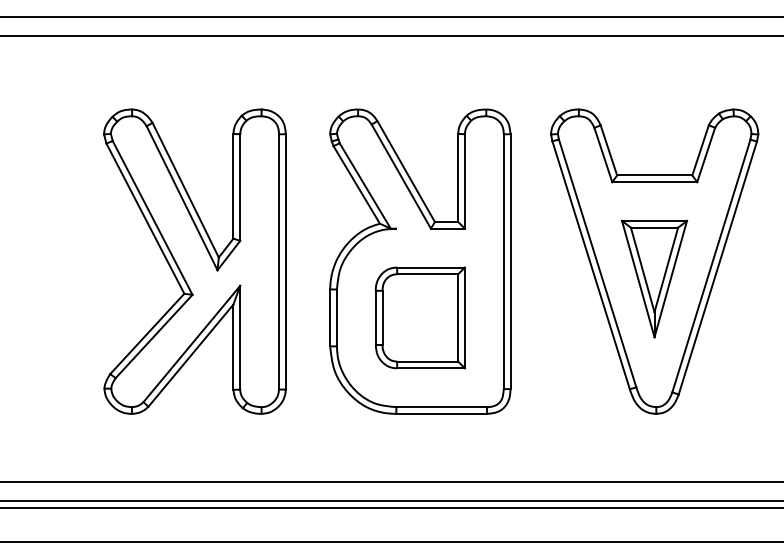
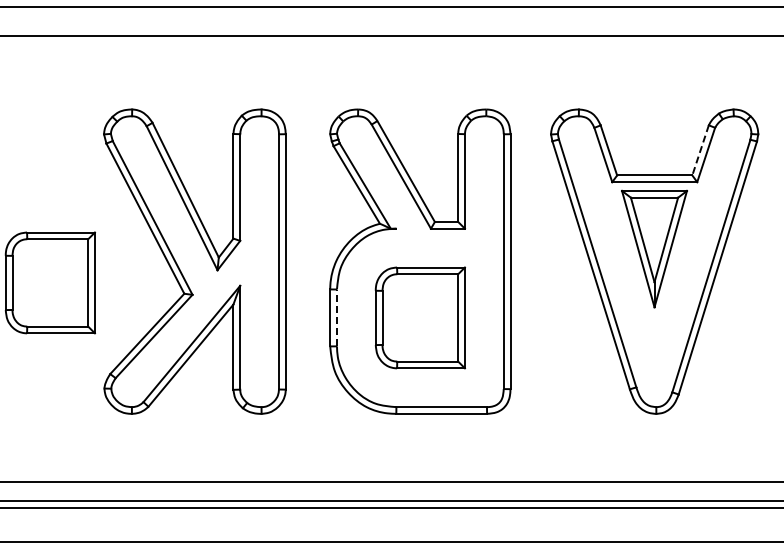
line at (391, 16) position: (391, 16) -> (391, 6)
line at (700, 150): solid -> dashed
part at (654, 278) position: (654, 278) -> (654, 248)
part at (49, 282): none -> present
line at (336, 317): solid -> dashed
